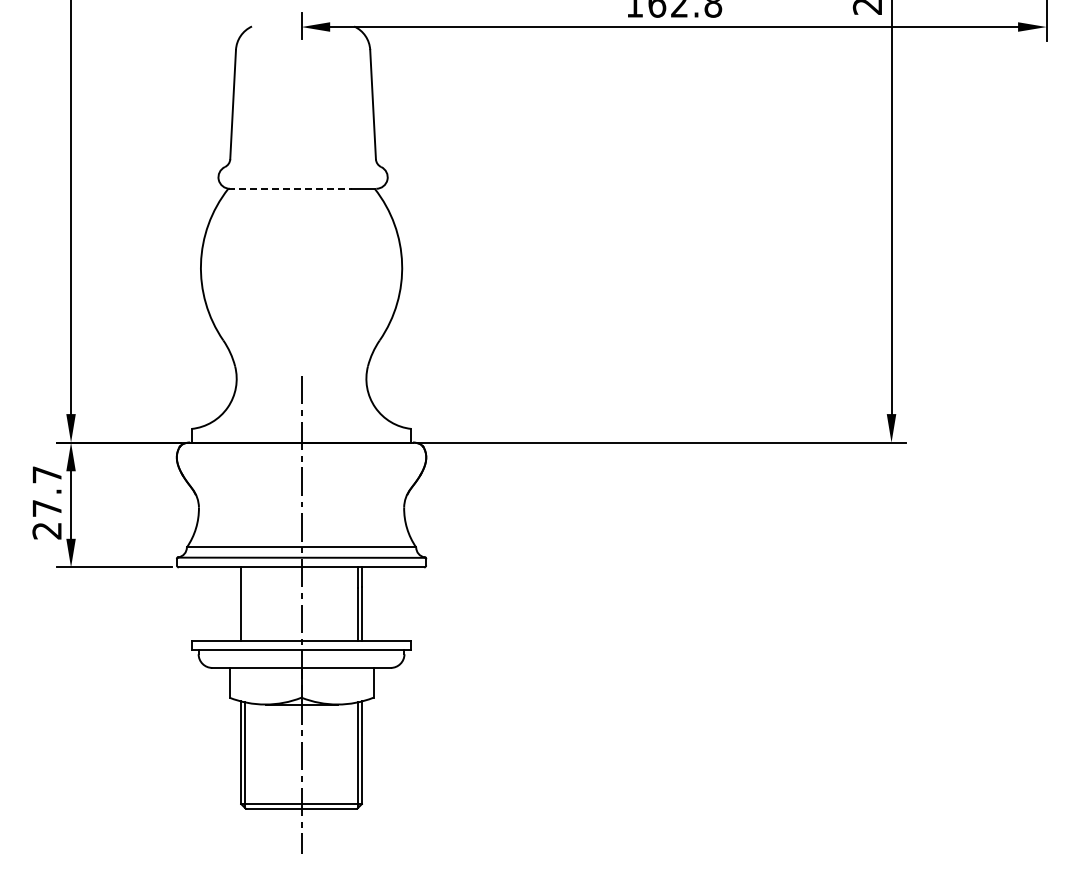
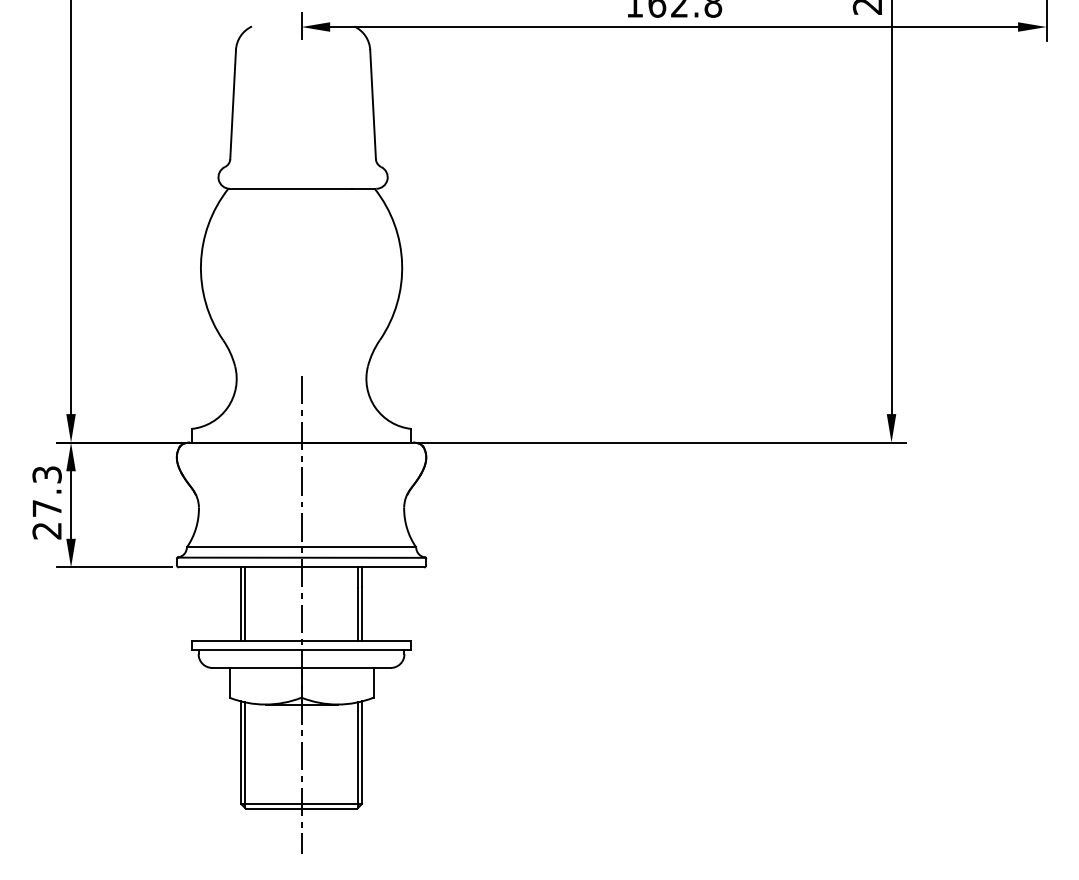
line at (290, 188): dashed -> solid
text at (46, 474): 27.7 -> 27.3
line at (245, 603): none -> present
